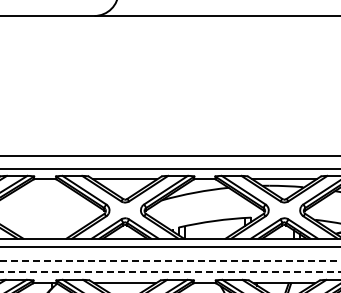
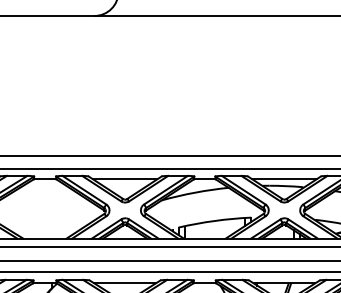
line at (170, 261): dashed -> solid
line at (170, 272): dashed -> solid
